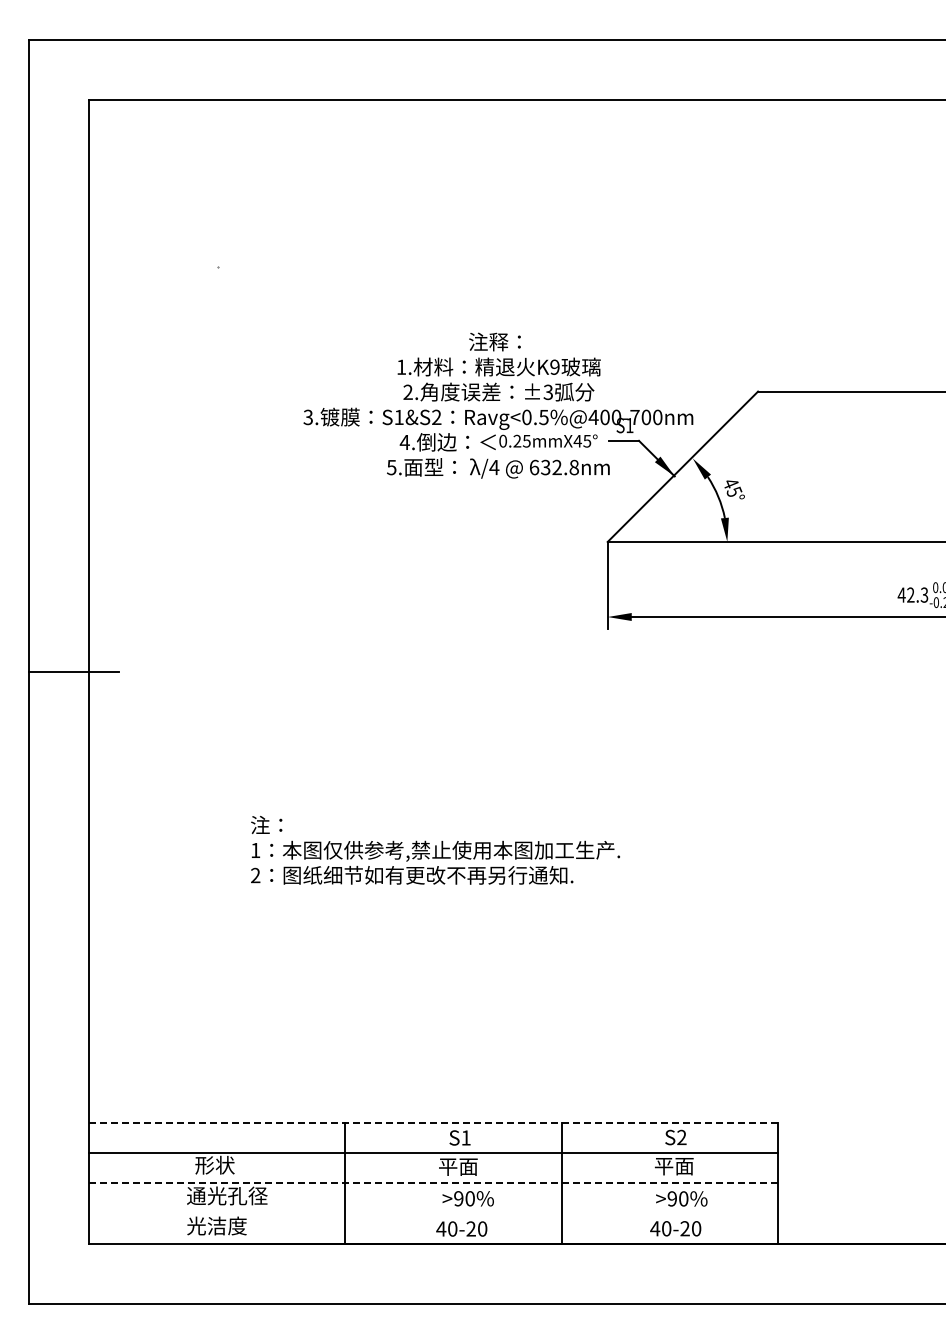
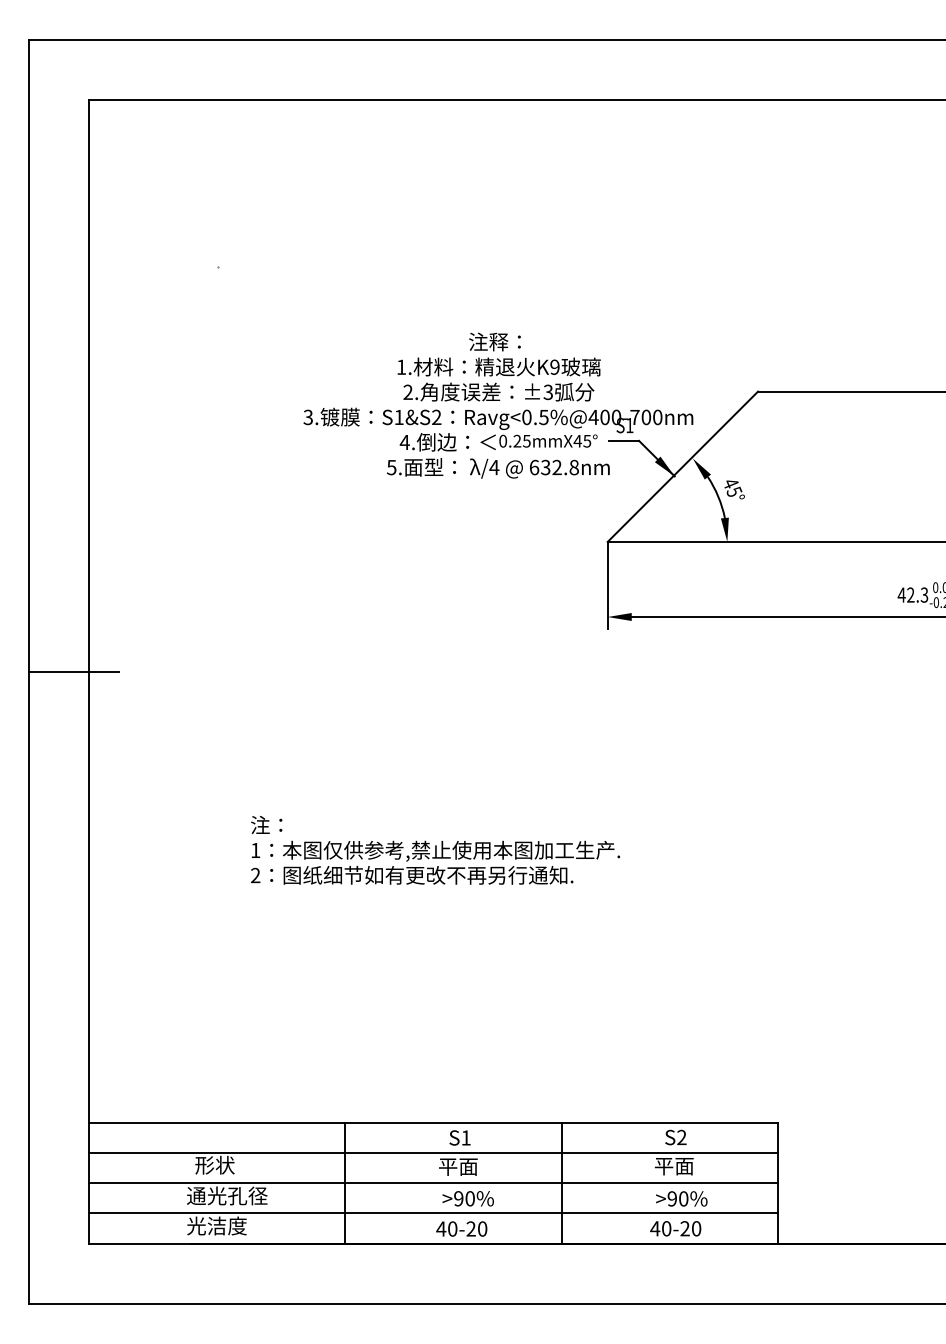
line at (433, 1123): dashed -> solid
line at (433, 1183): dashed -> solid
line at (433, 1213): none -> present
